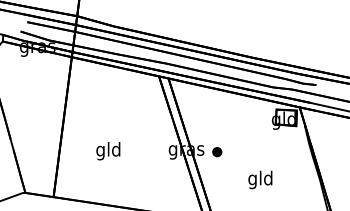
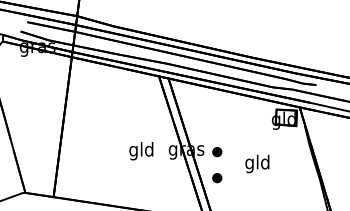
text at (108, 151) position: (108, 151) -> (141, 151)
part at (217, 178): none -> present
text at (260, 179) position: (260, 179) -> (257, 163)
